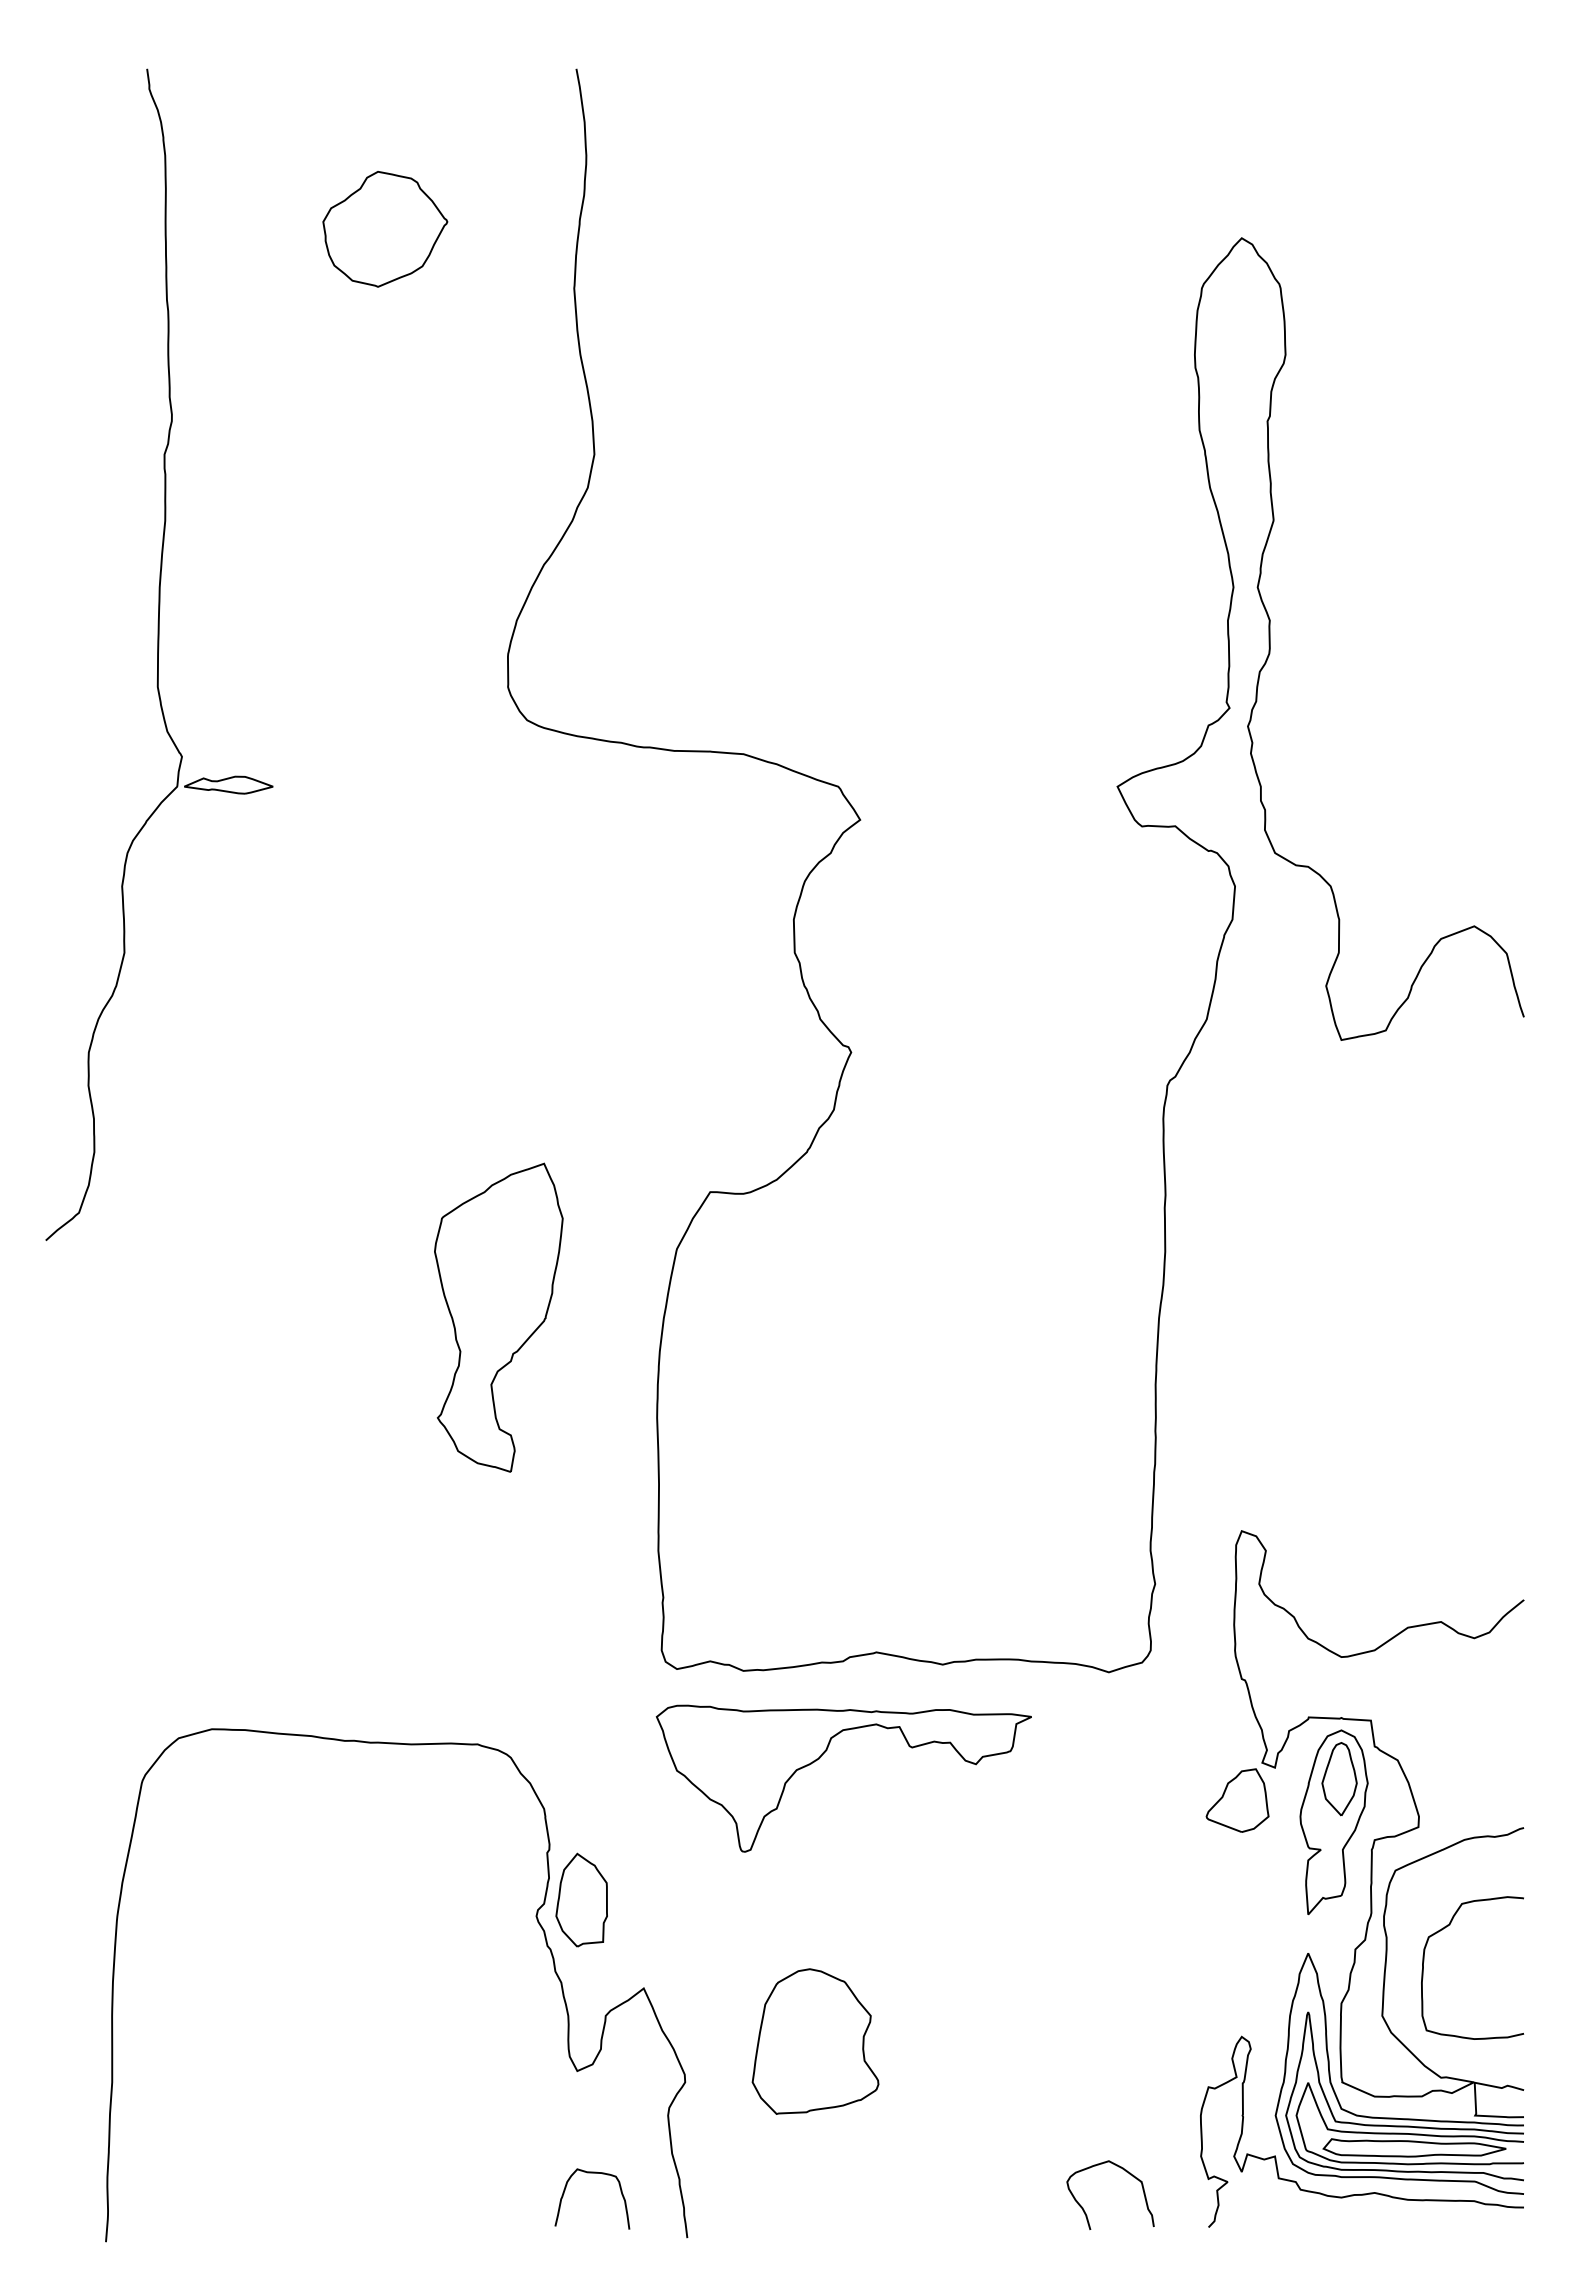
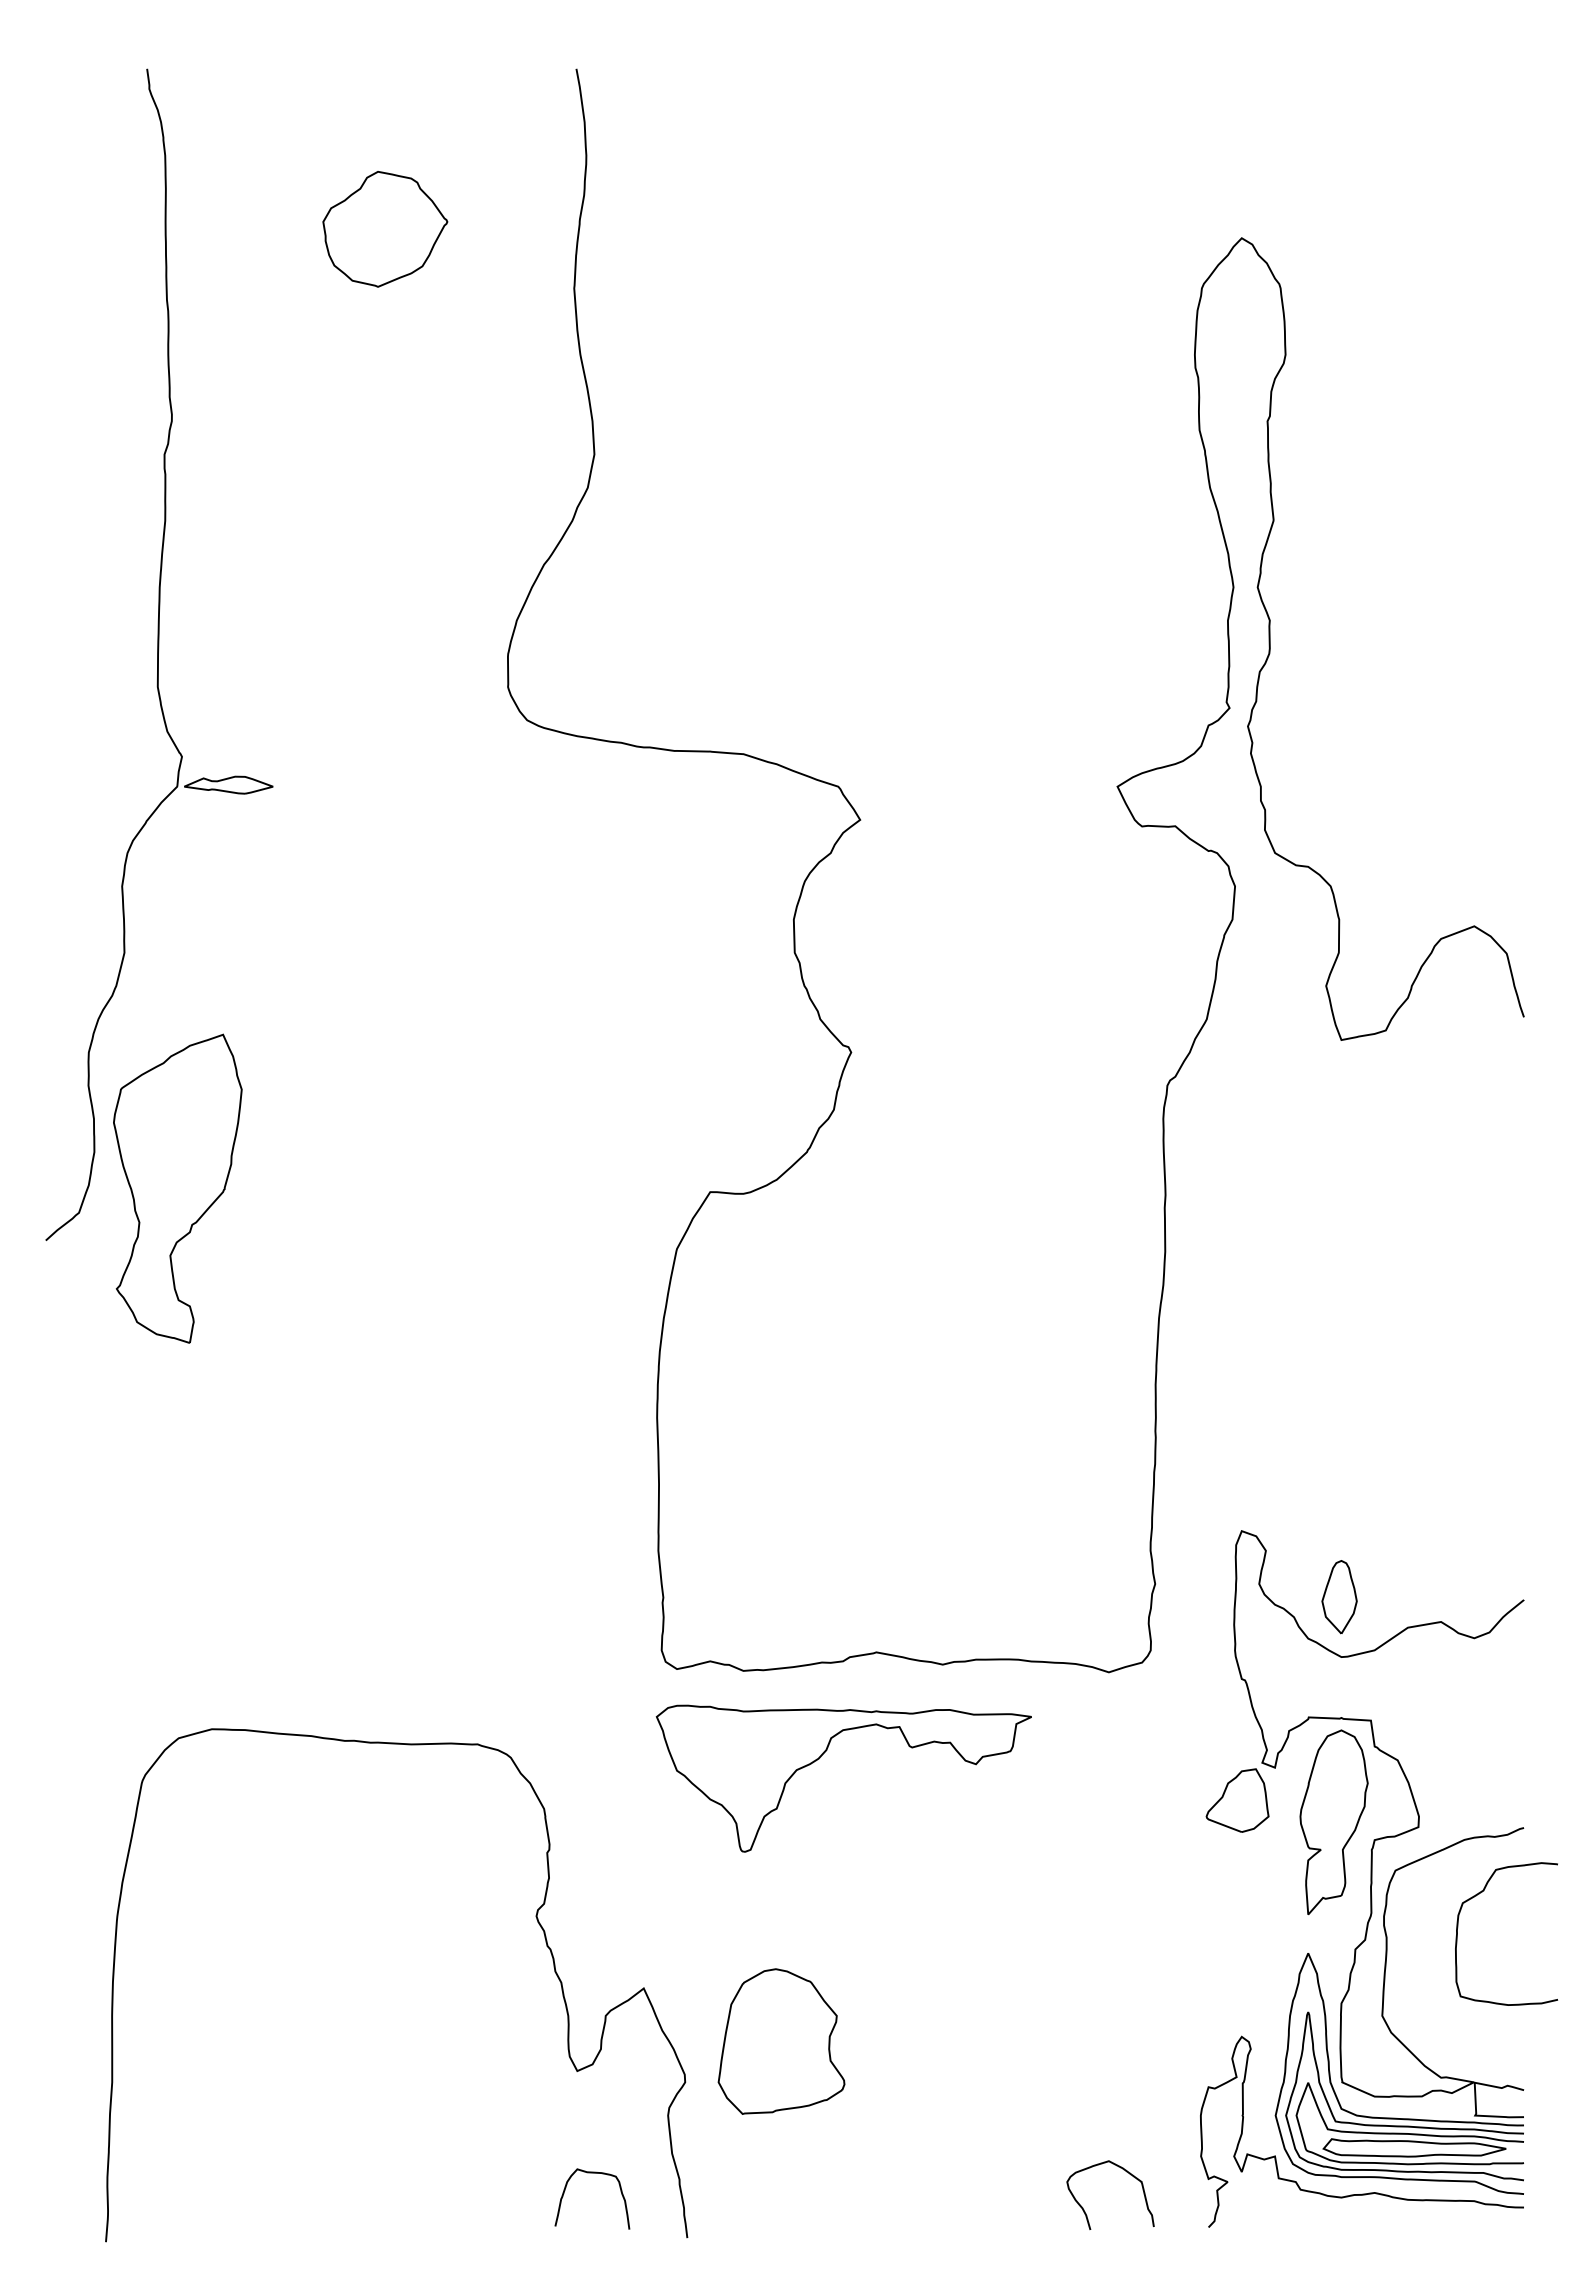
part at (498, 1317) position: (498, 1317) -> (177, 1188)
part at (1339, 1779) position: (1339, 1779) -> (1339, 1597)
part at (581, 1899): present -> none
curve at (1445, 1928) position: (1445, 1928) -> (1479, 1894)
part at (815, 2041) position: (815, 2041) -> (781, 2041)
